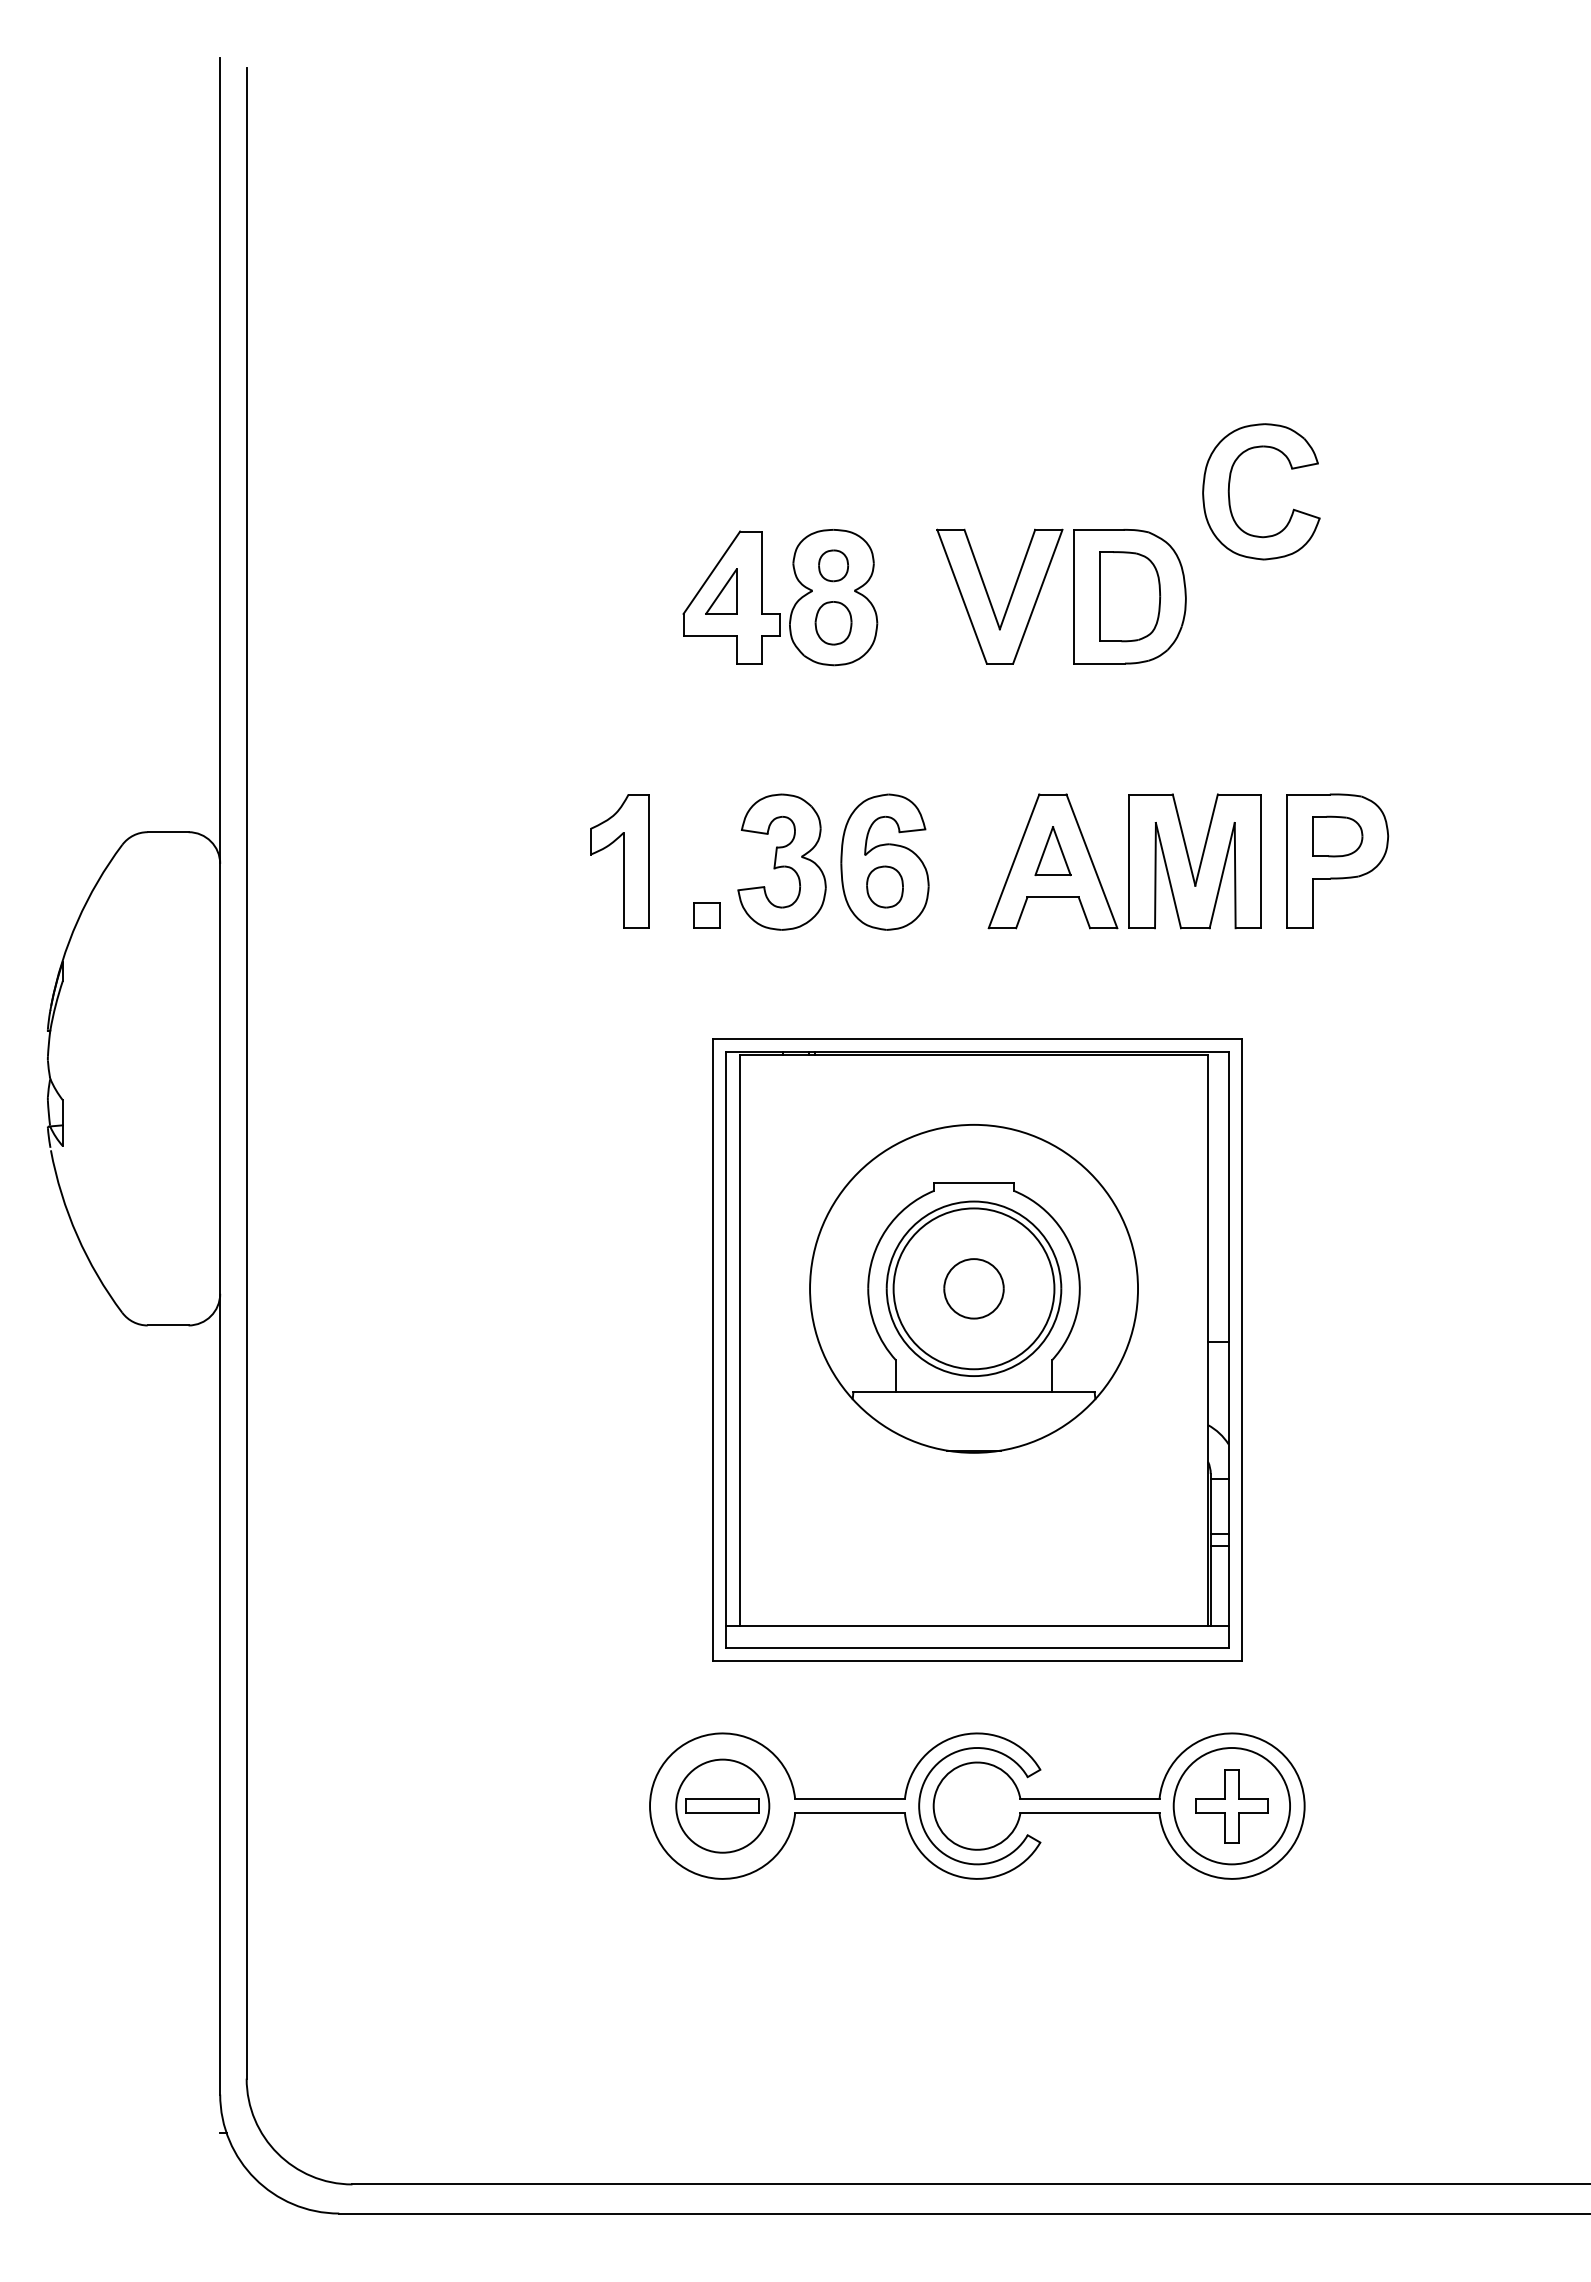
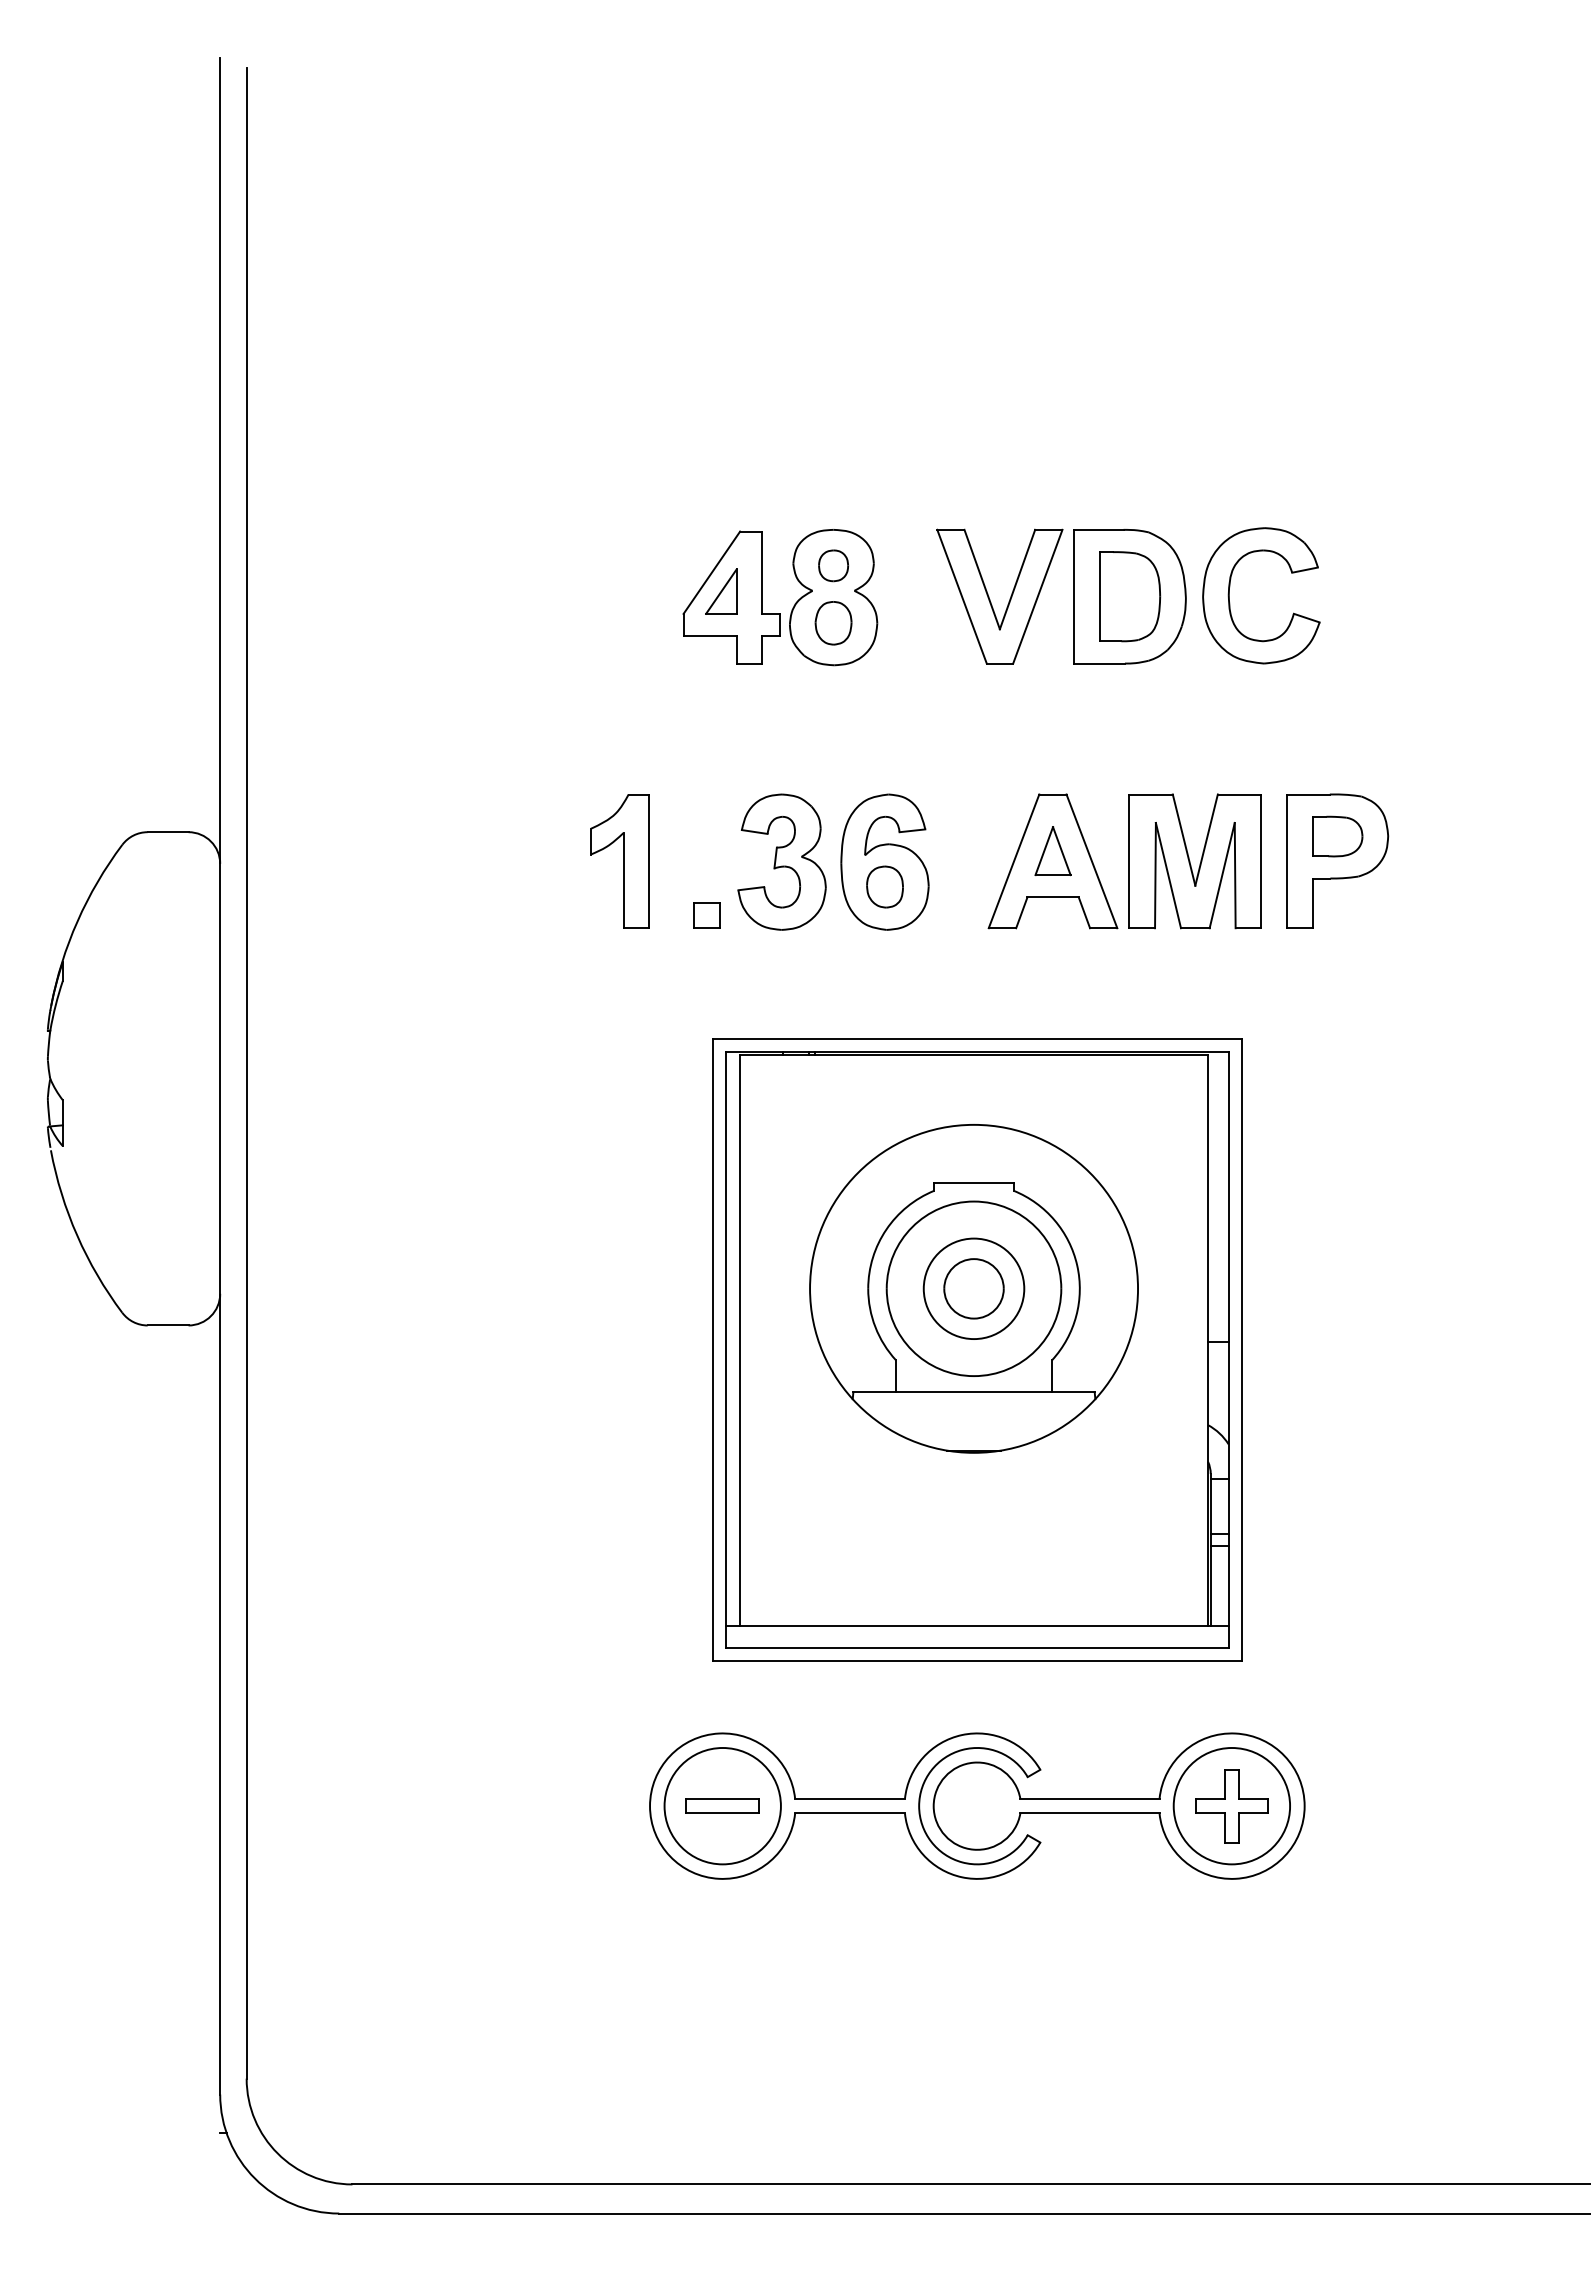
part at (1229, 491) position: (1229, 491) -> (1229, 595)
circle at (973, 1288) diameter: 161 px -> 101 px
circle at (722, 1805) diameter: 93 px -> 116 px
